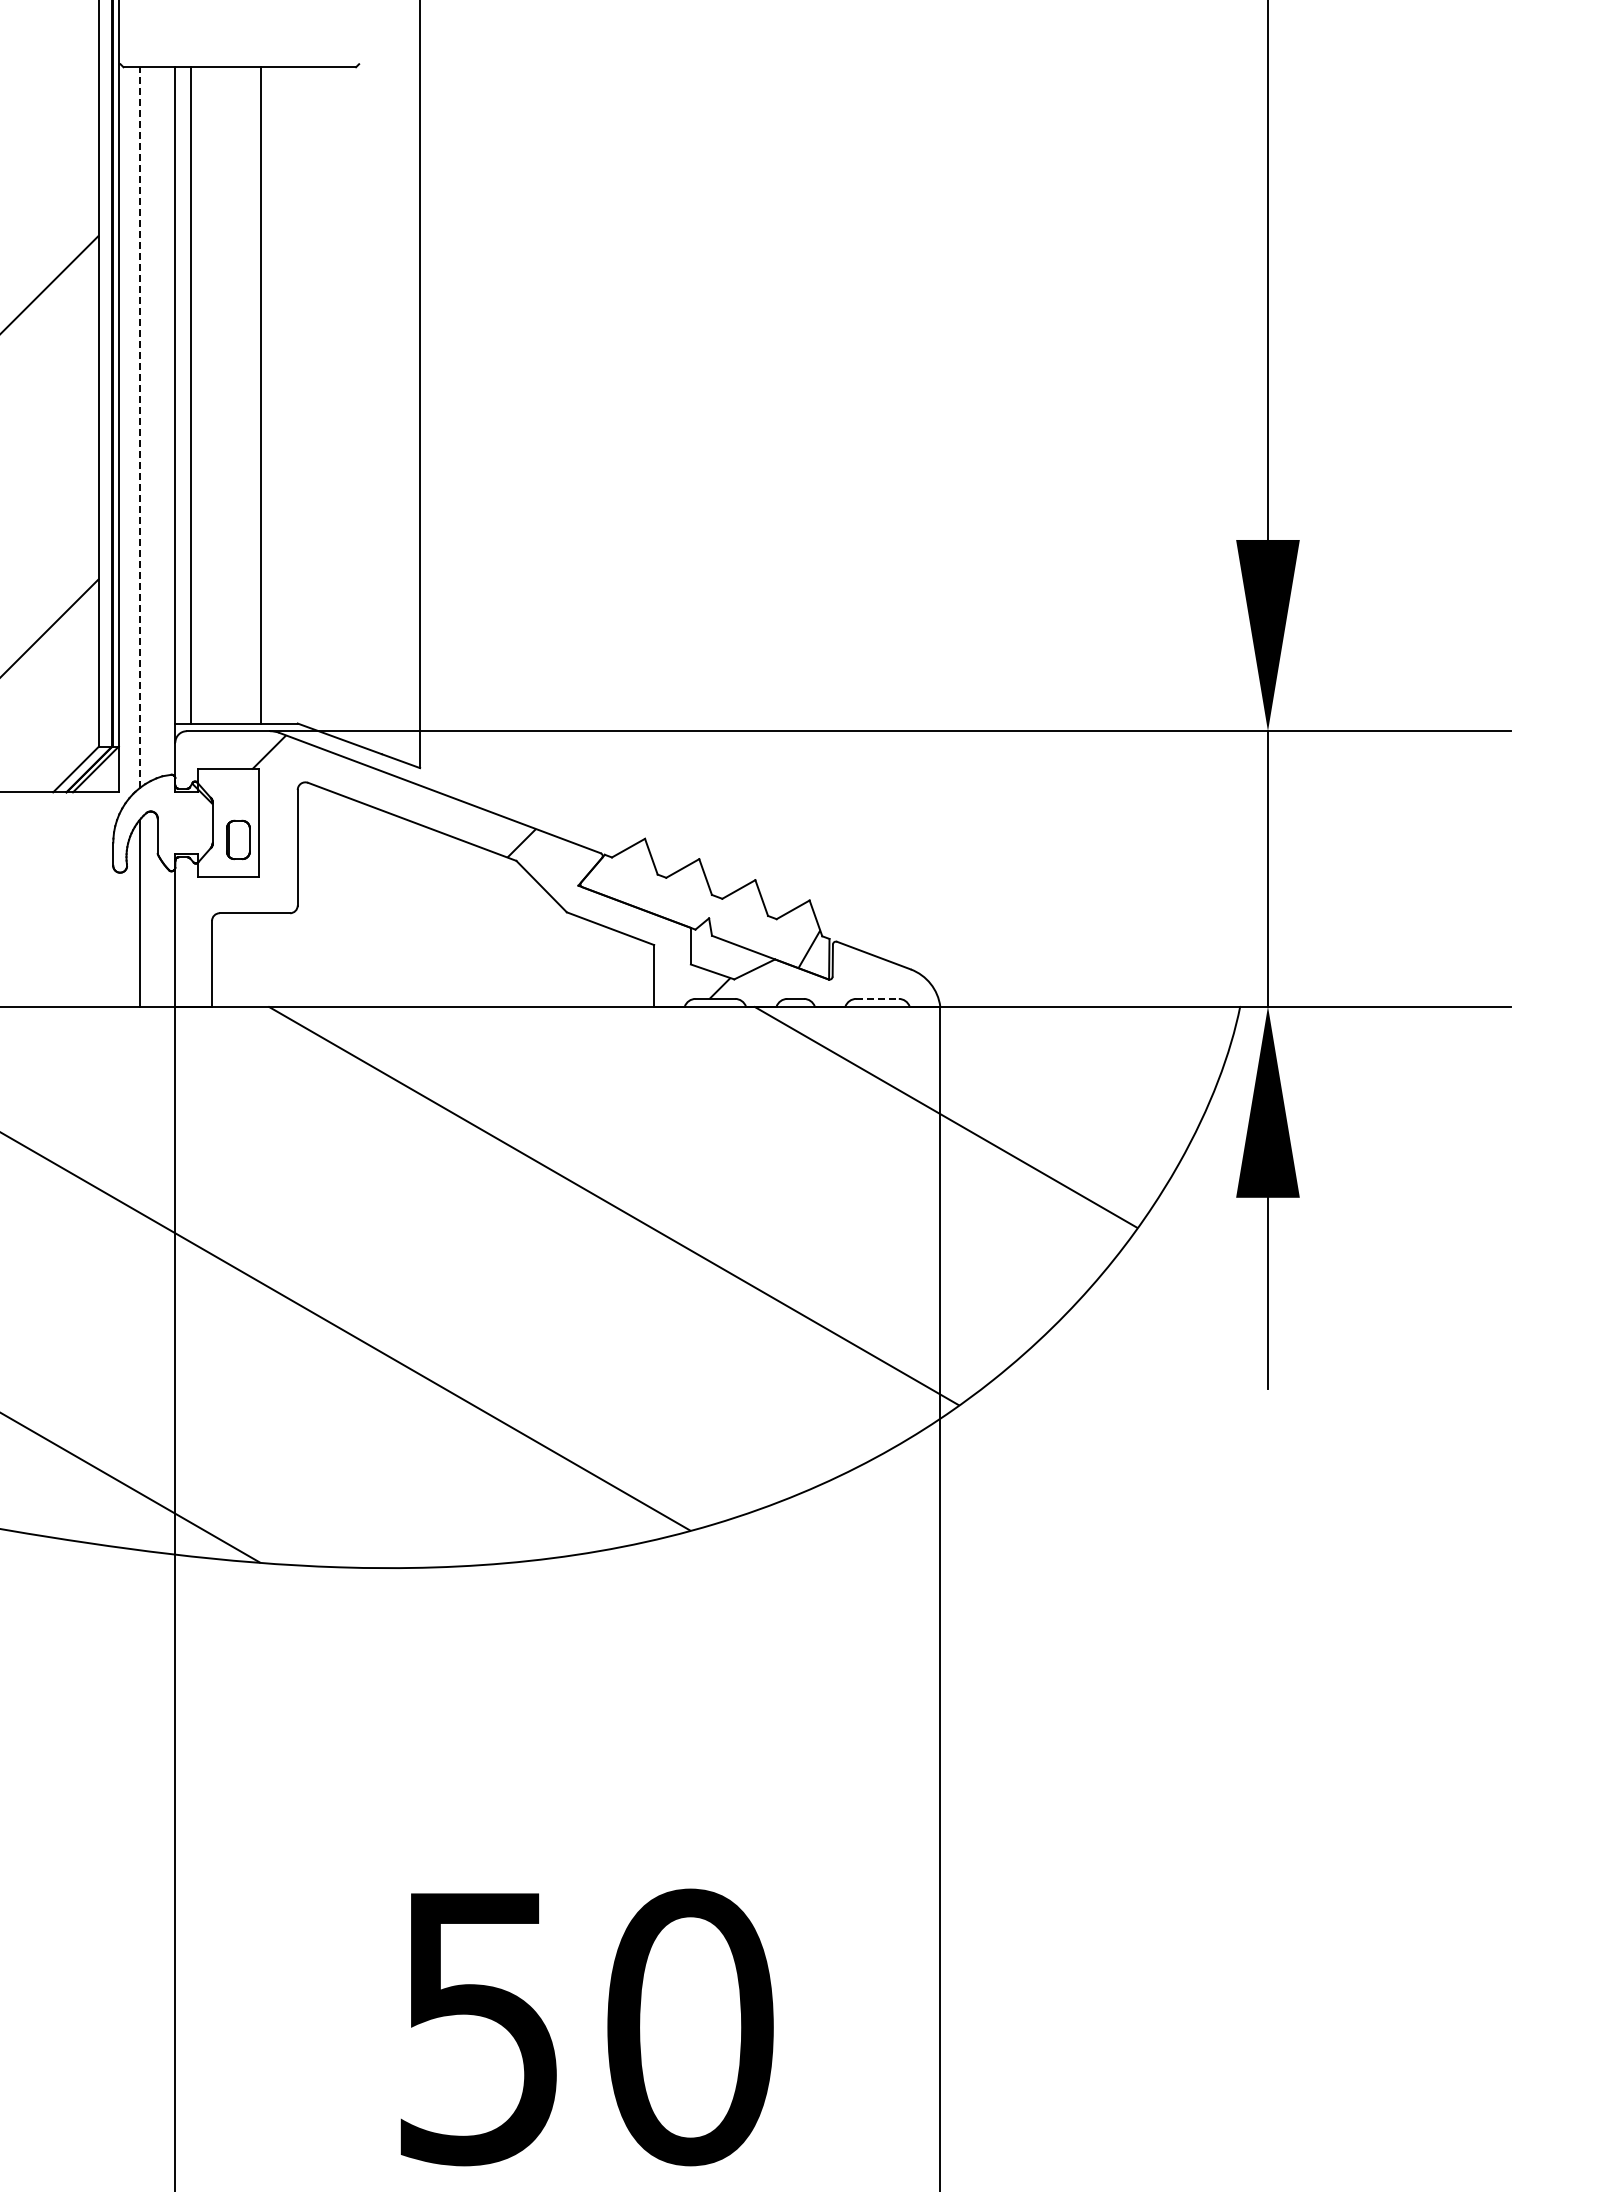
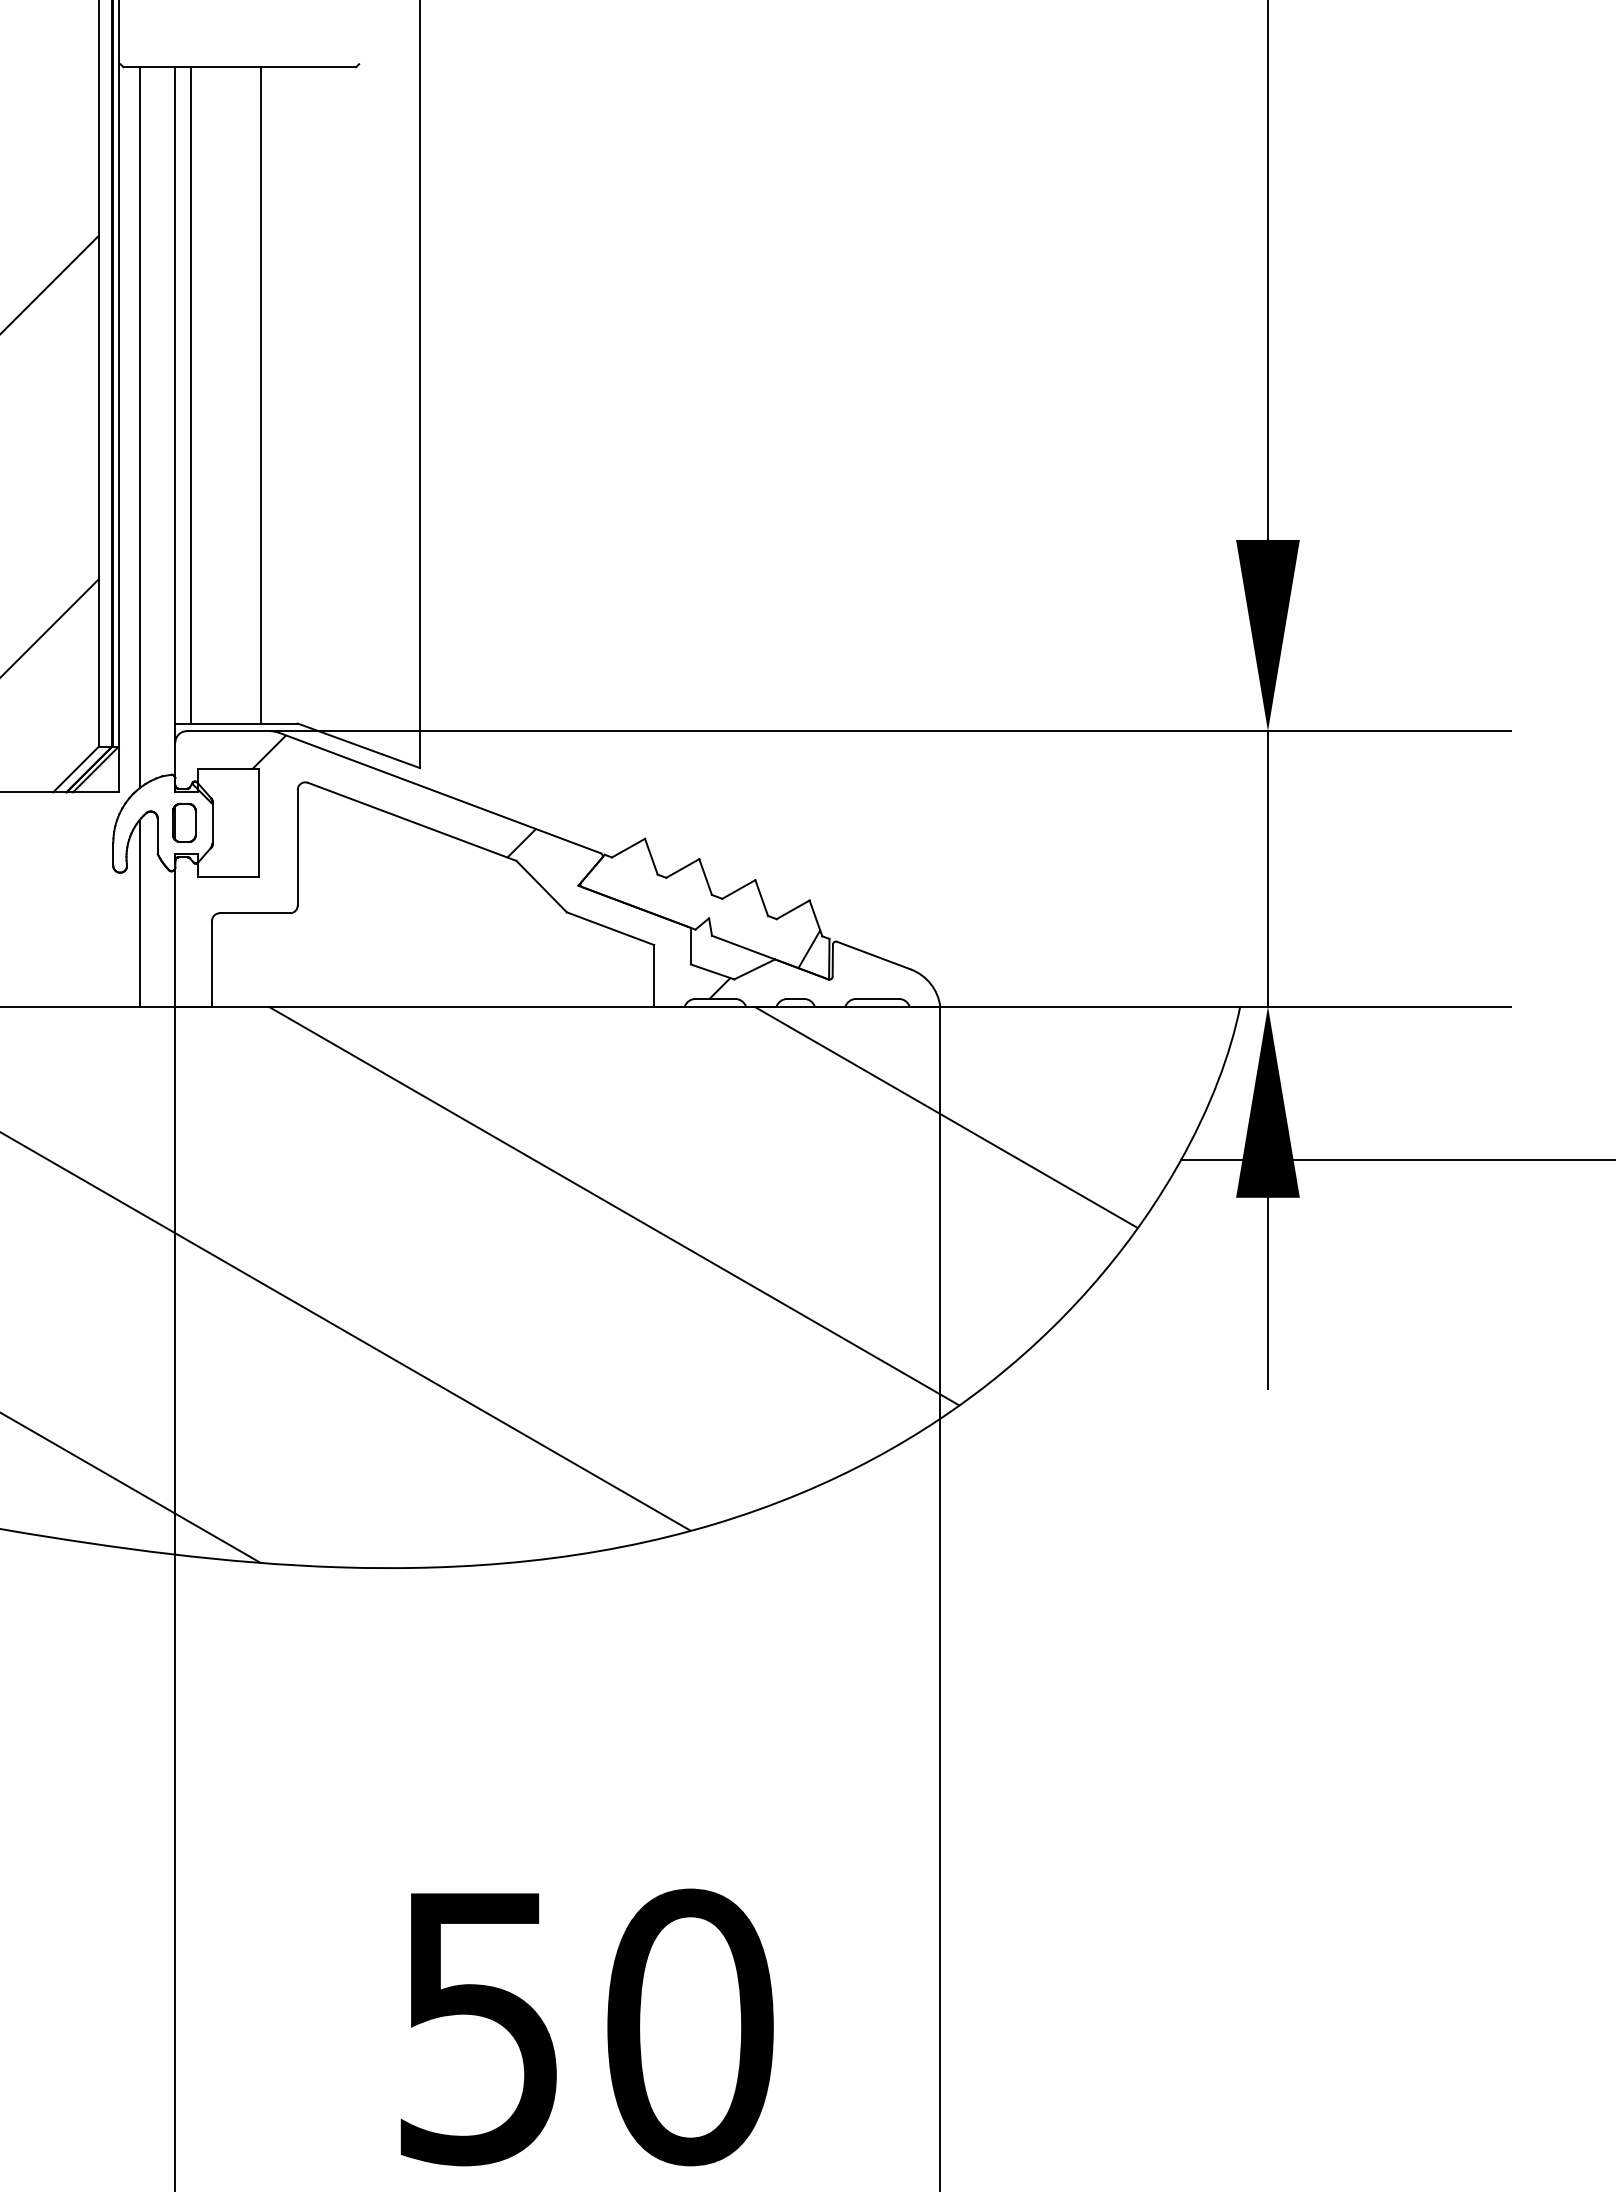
line at (139, 427): dashed -> solid
part at (238, 839) position: (238, 839) -> (184, 822)
line at (878, 998): dashed -> solid
line at (1396, 1159): none -> present
